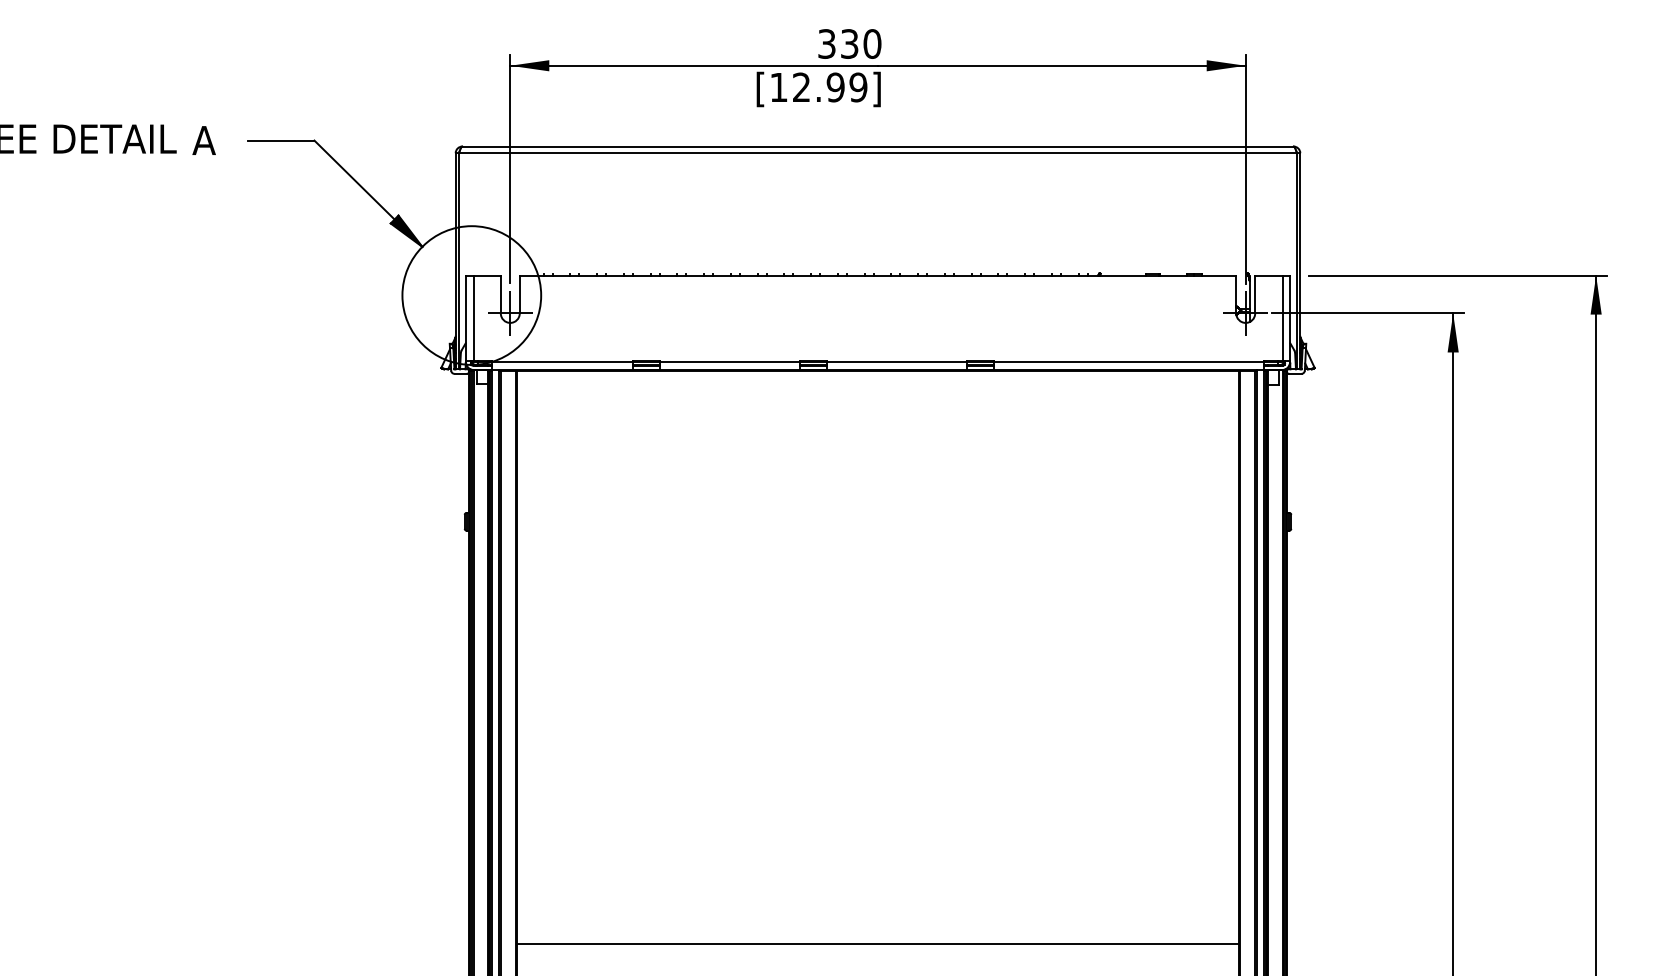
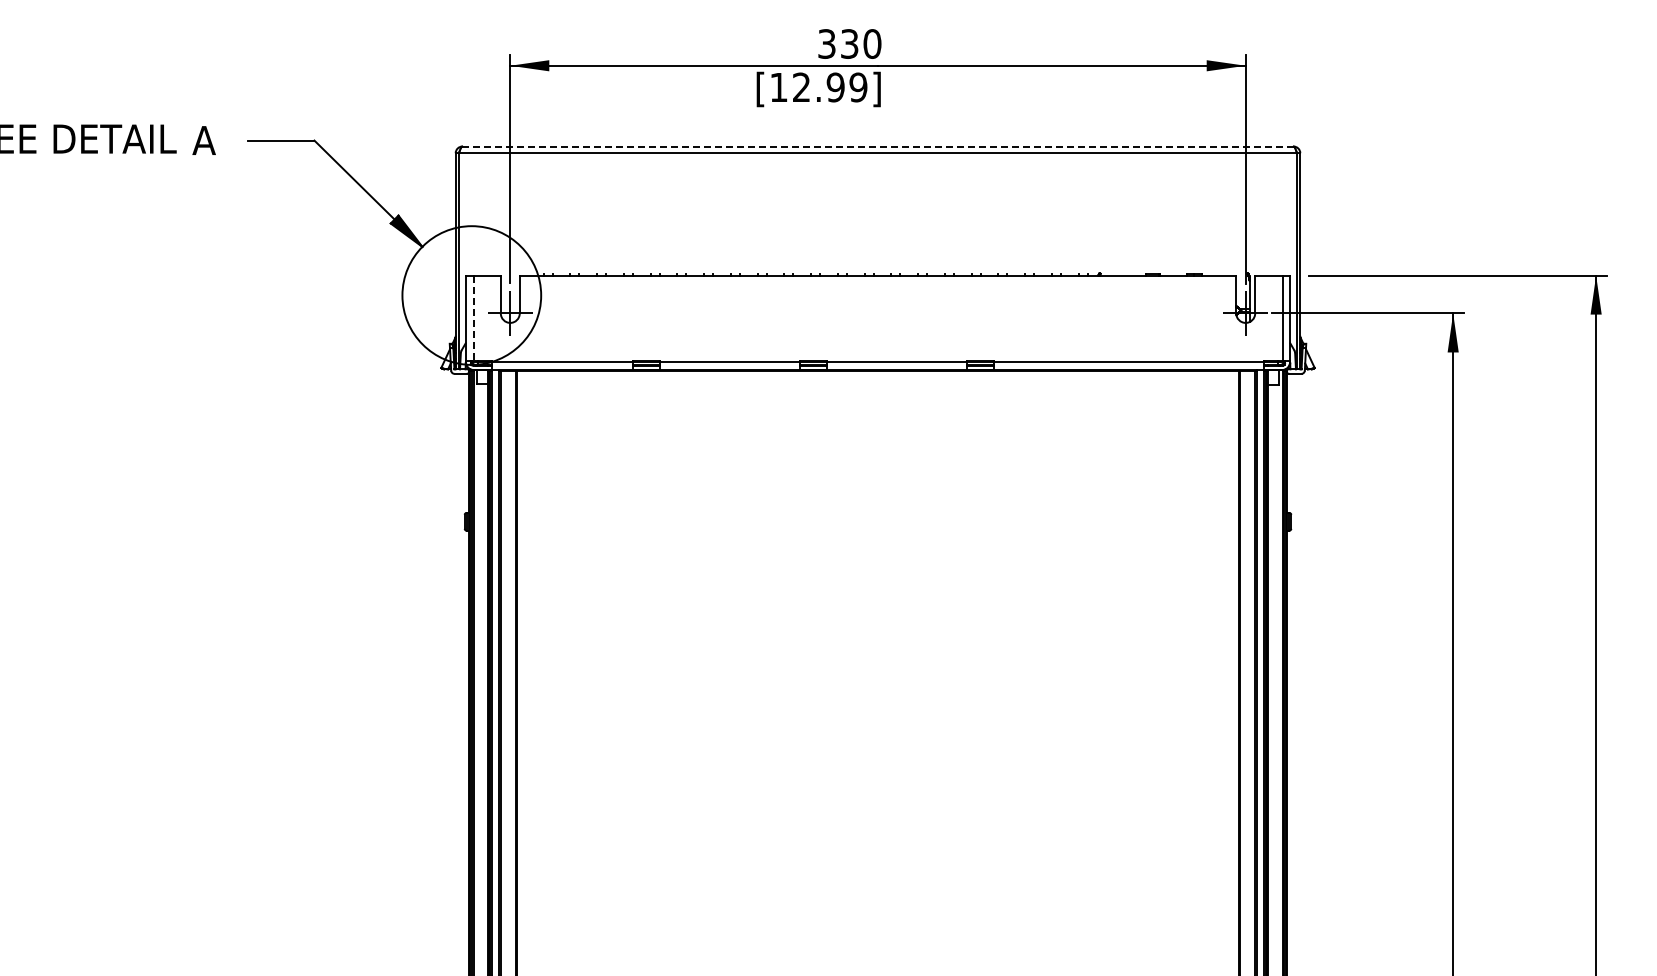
line at (878, 146): solid -> dashed
line at (473, 318): solid -> dashed
line at (877, 944): present -> none
